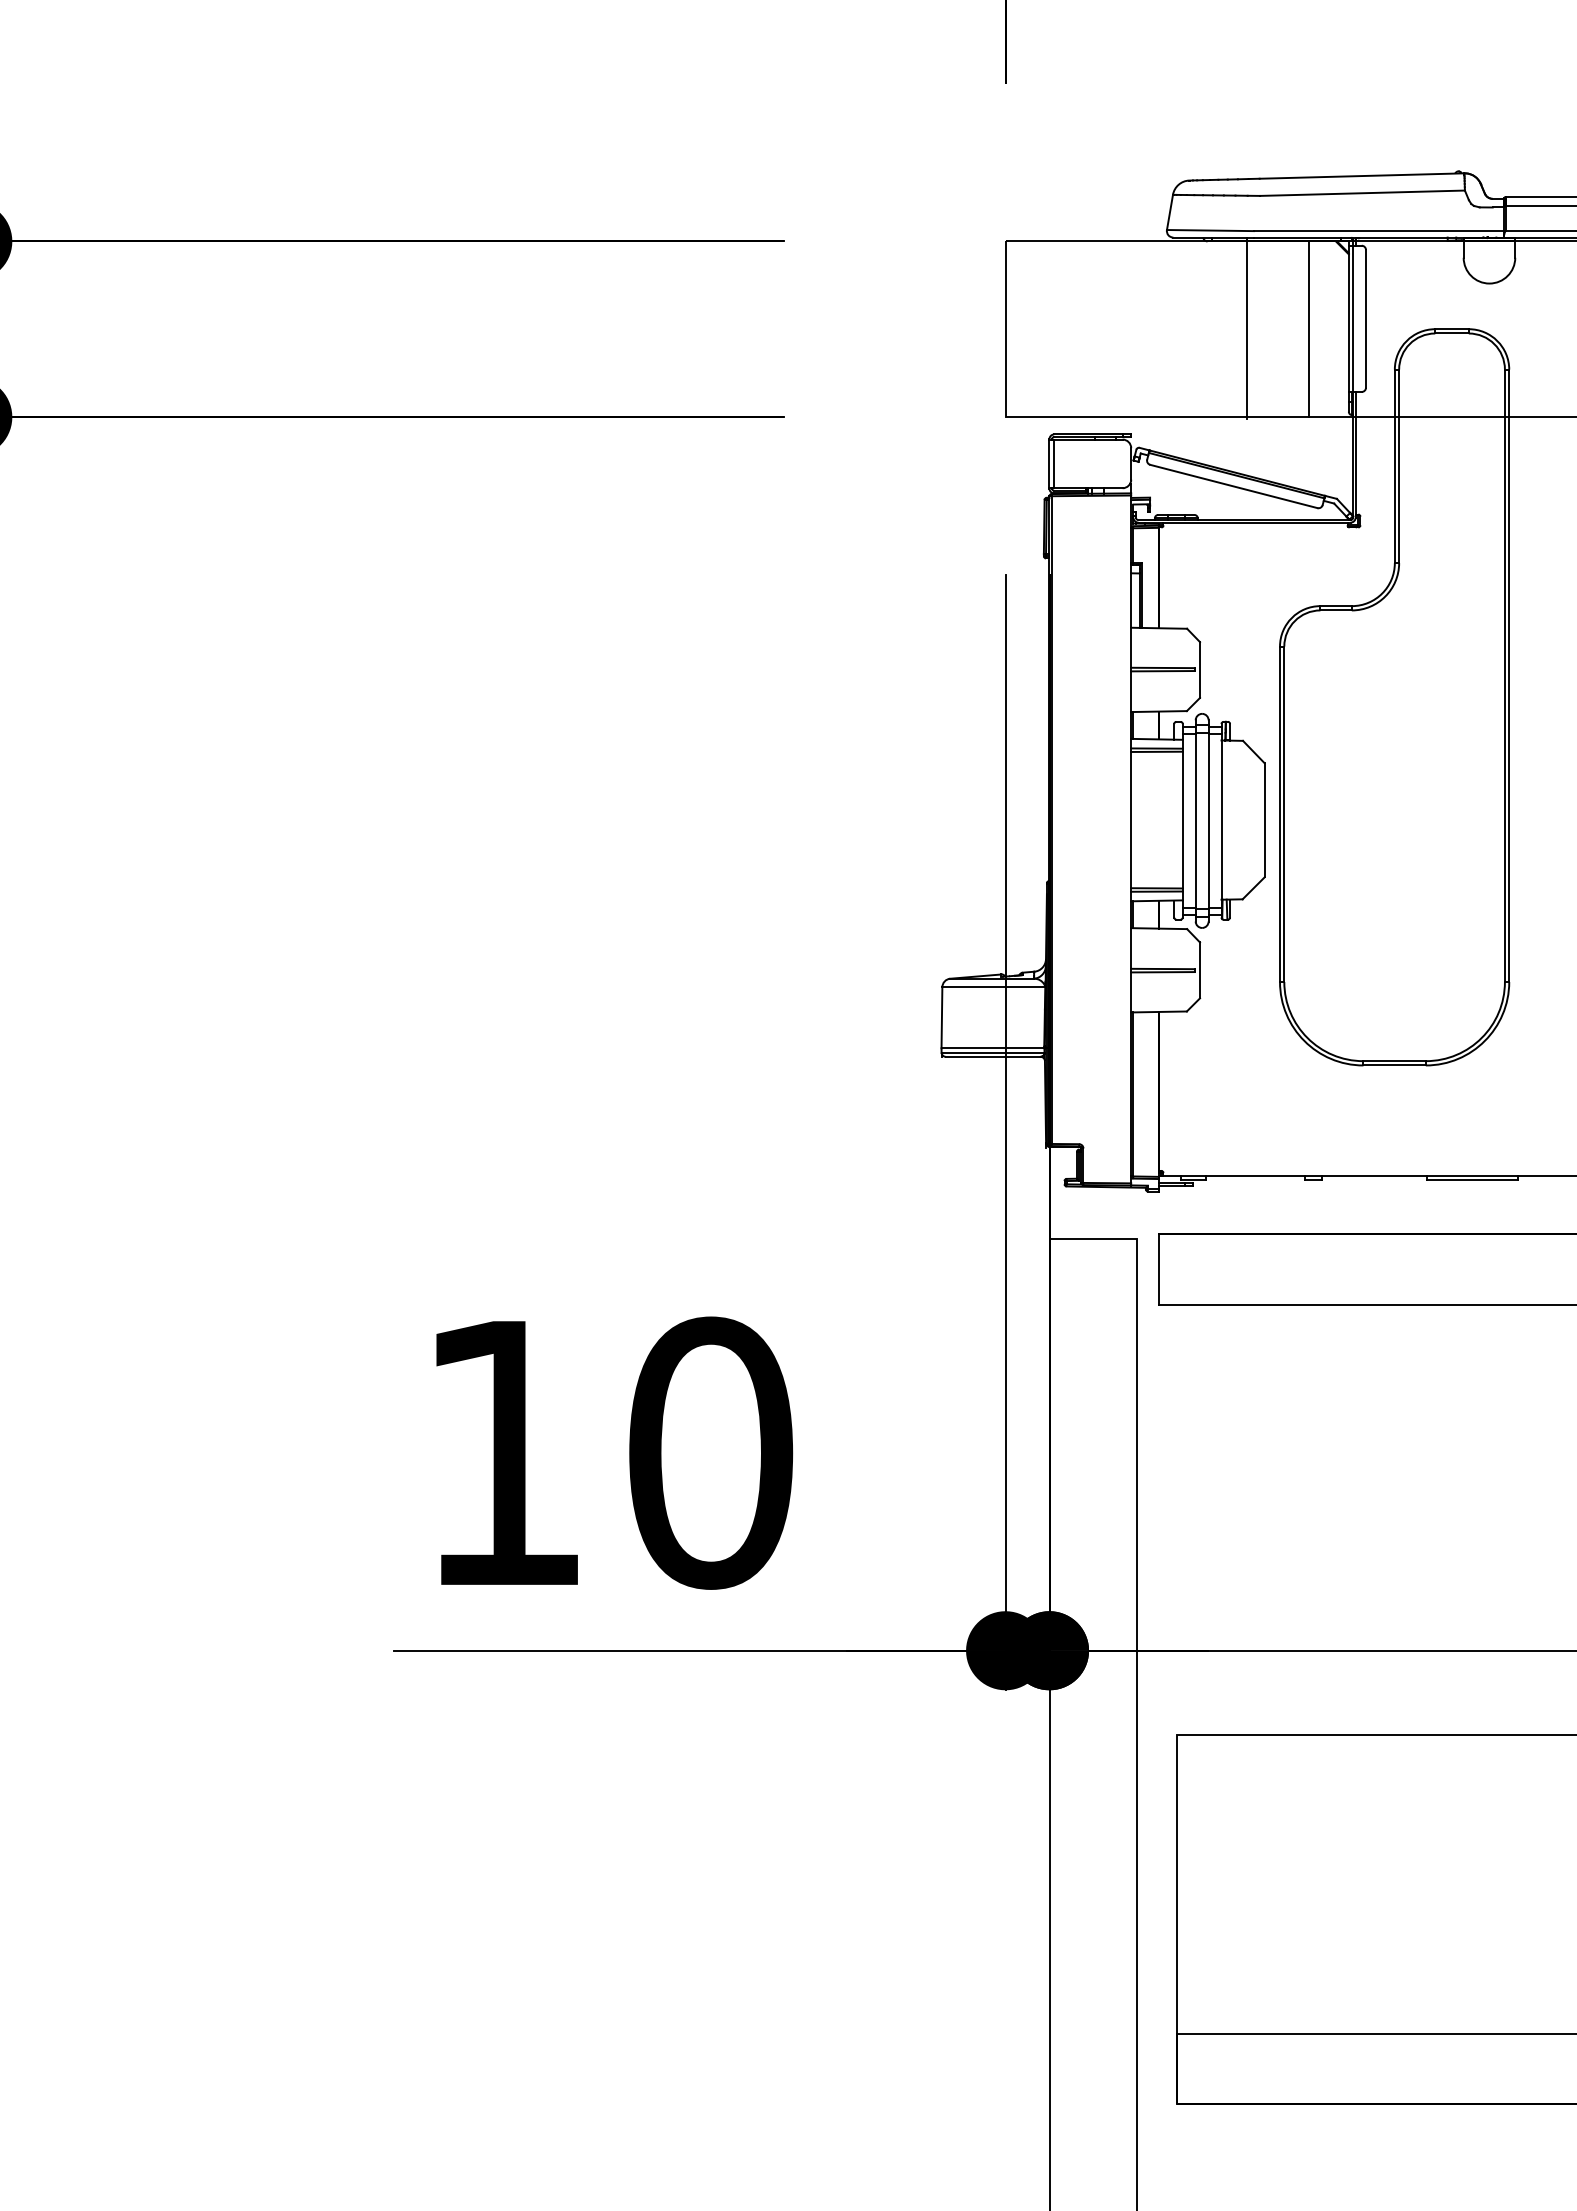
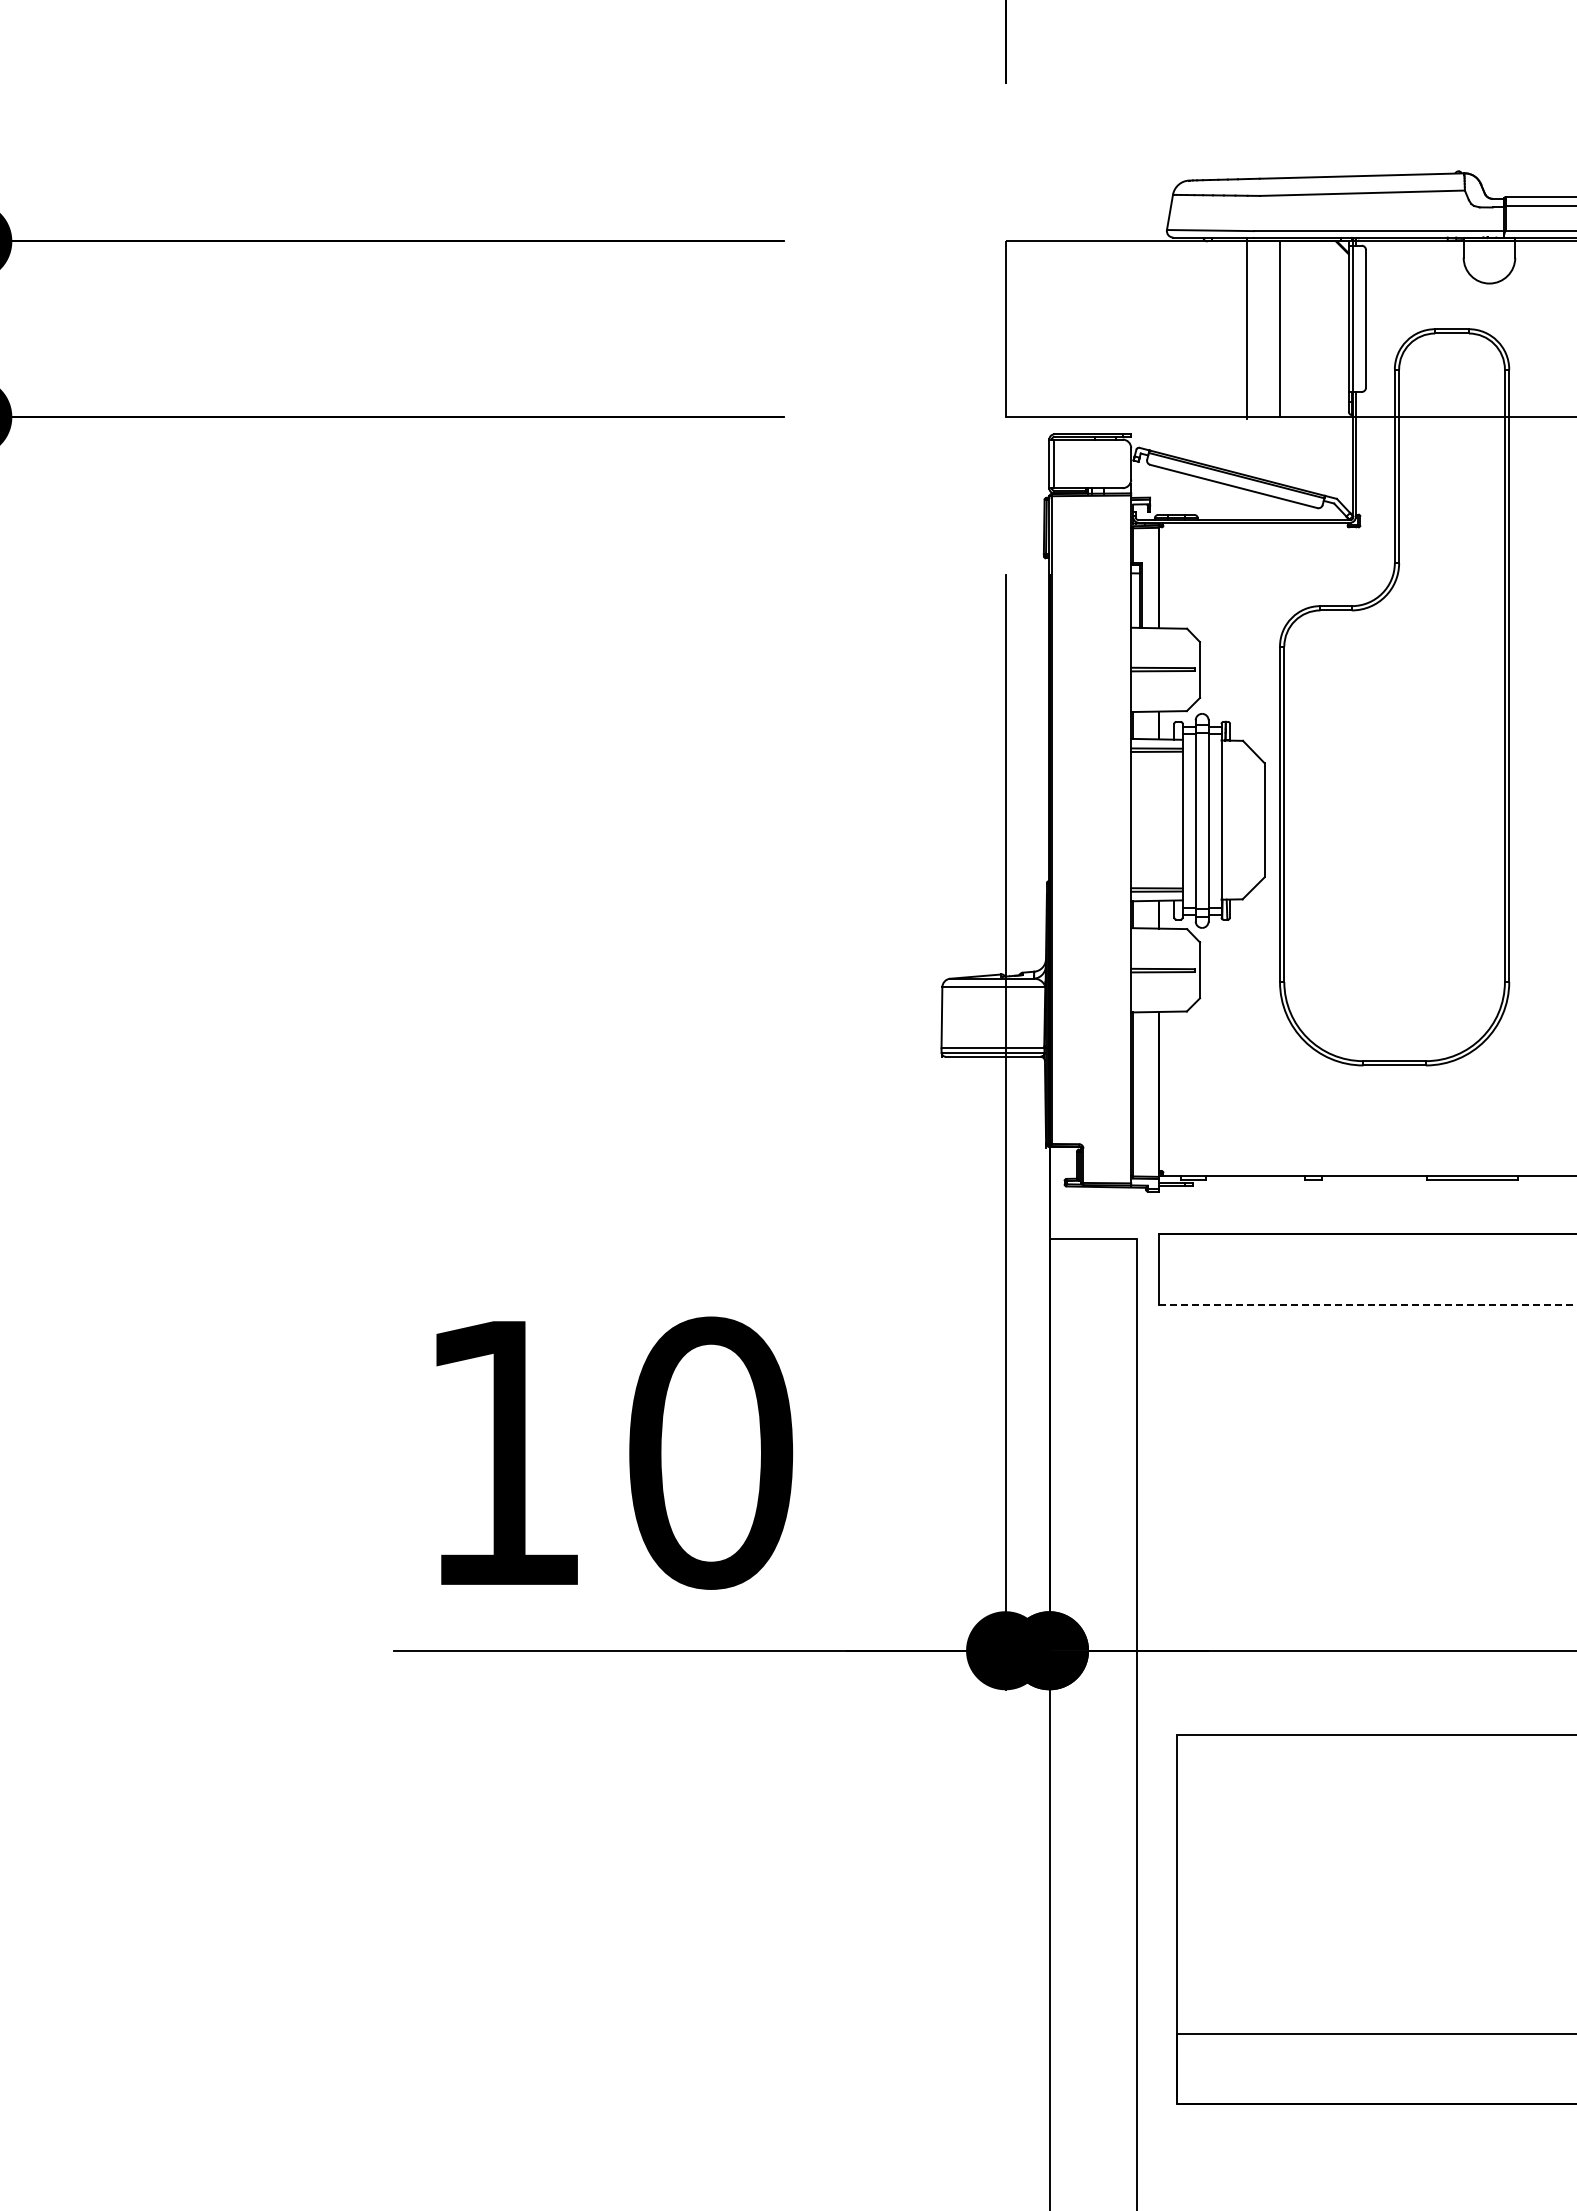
line at (1308, 329) position: (1308, 329) -> (1279, 329)
line at (1368, 1304): solid -> dashed
